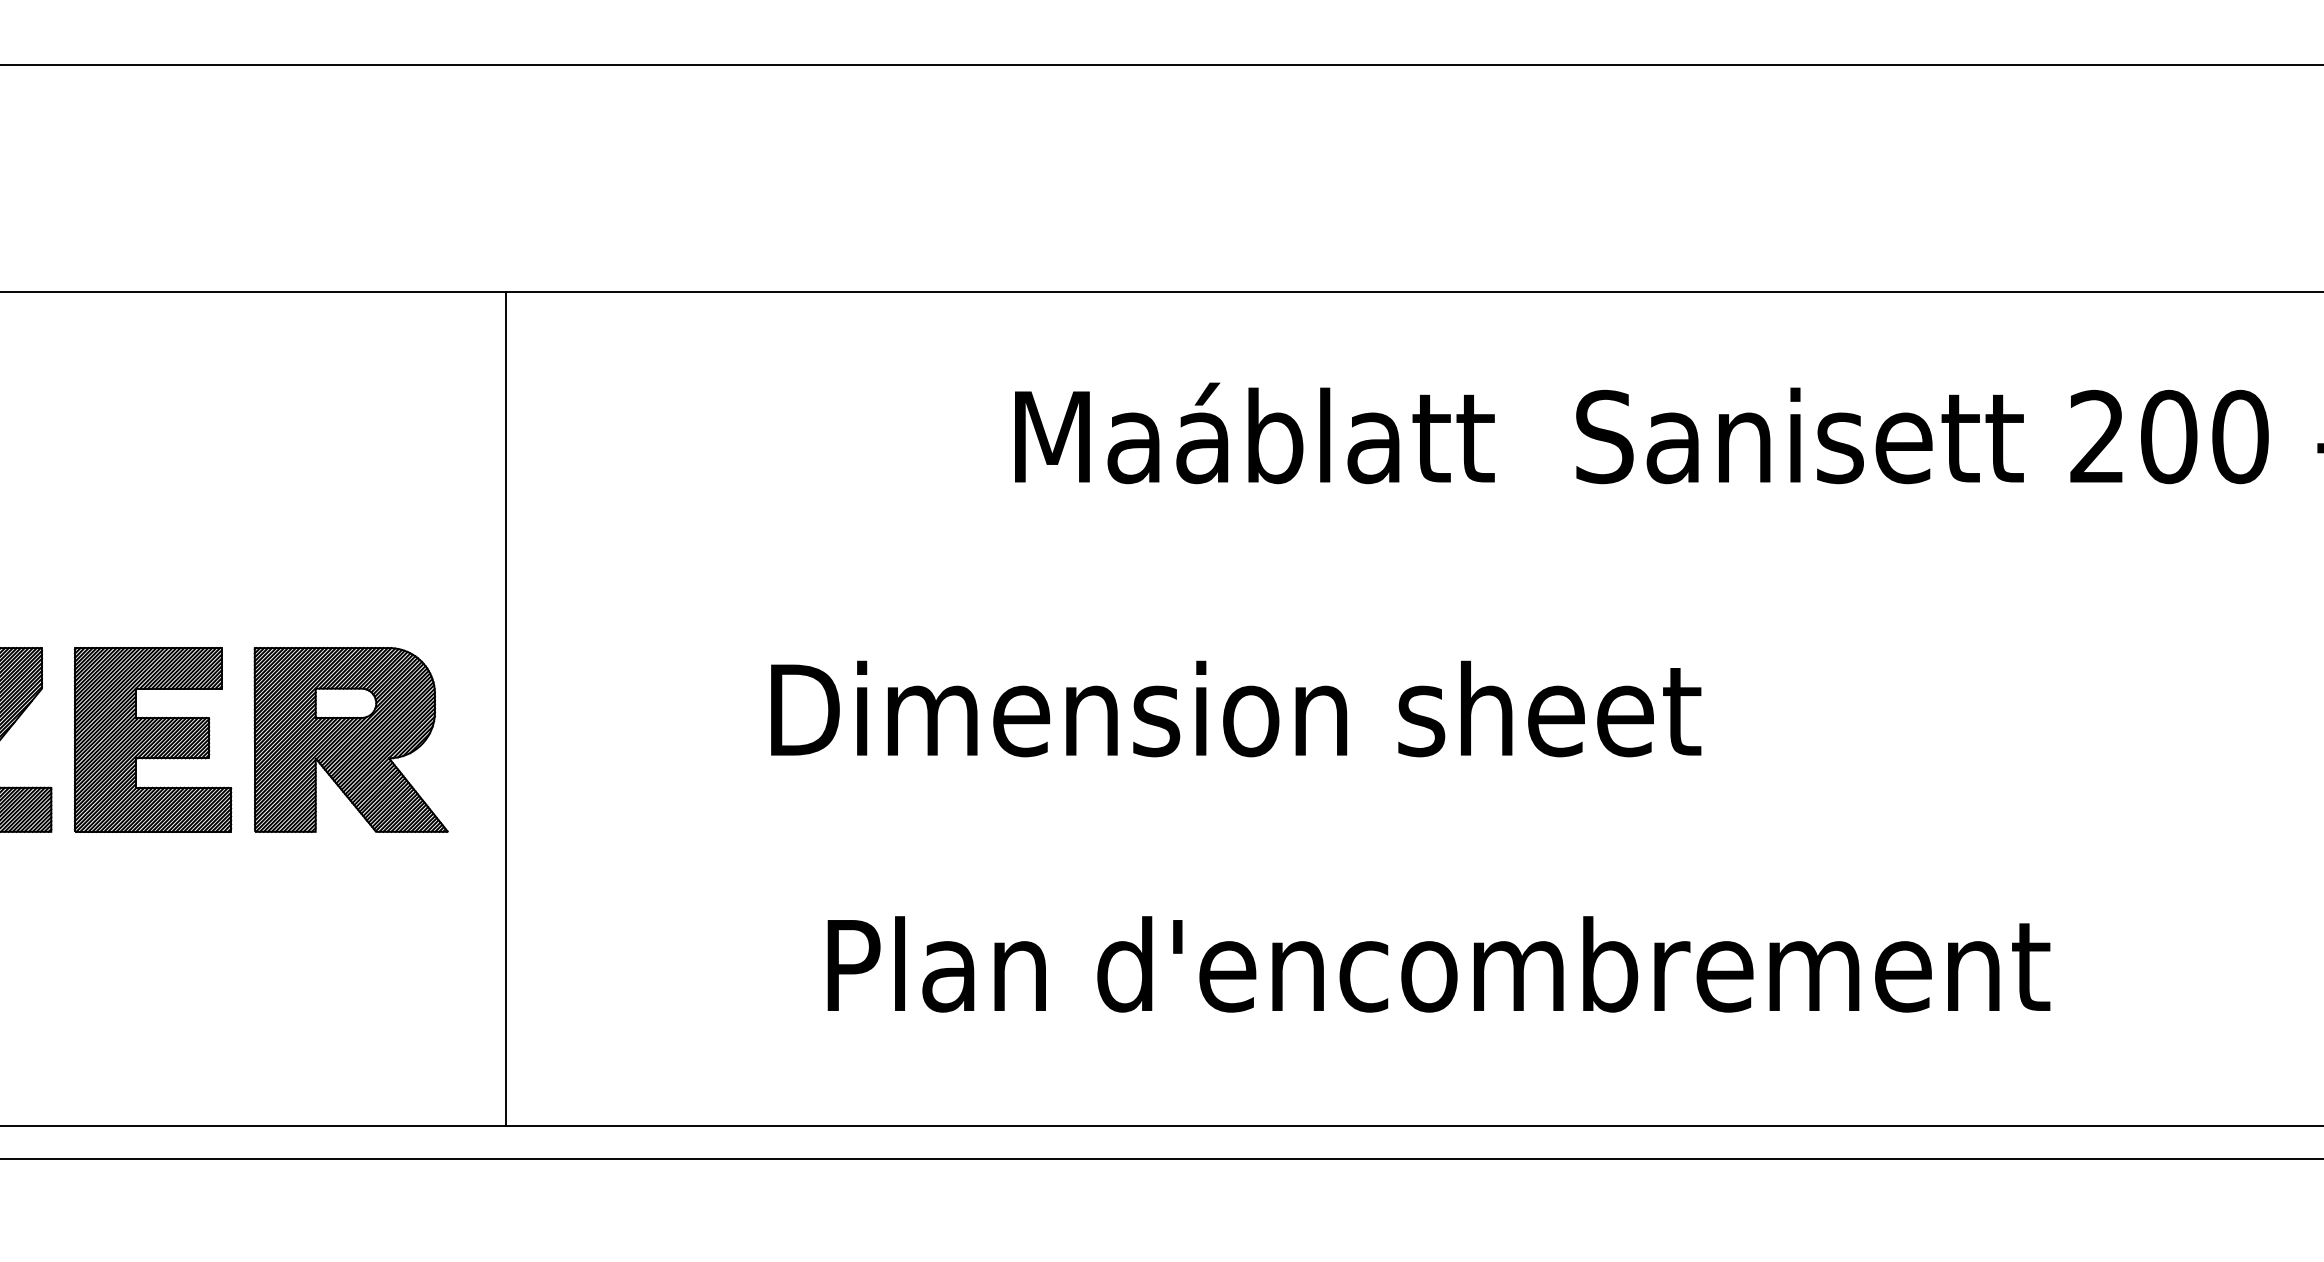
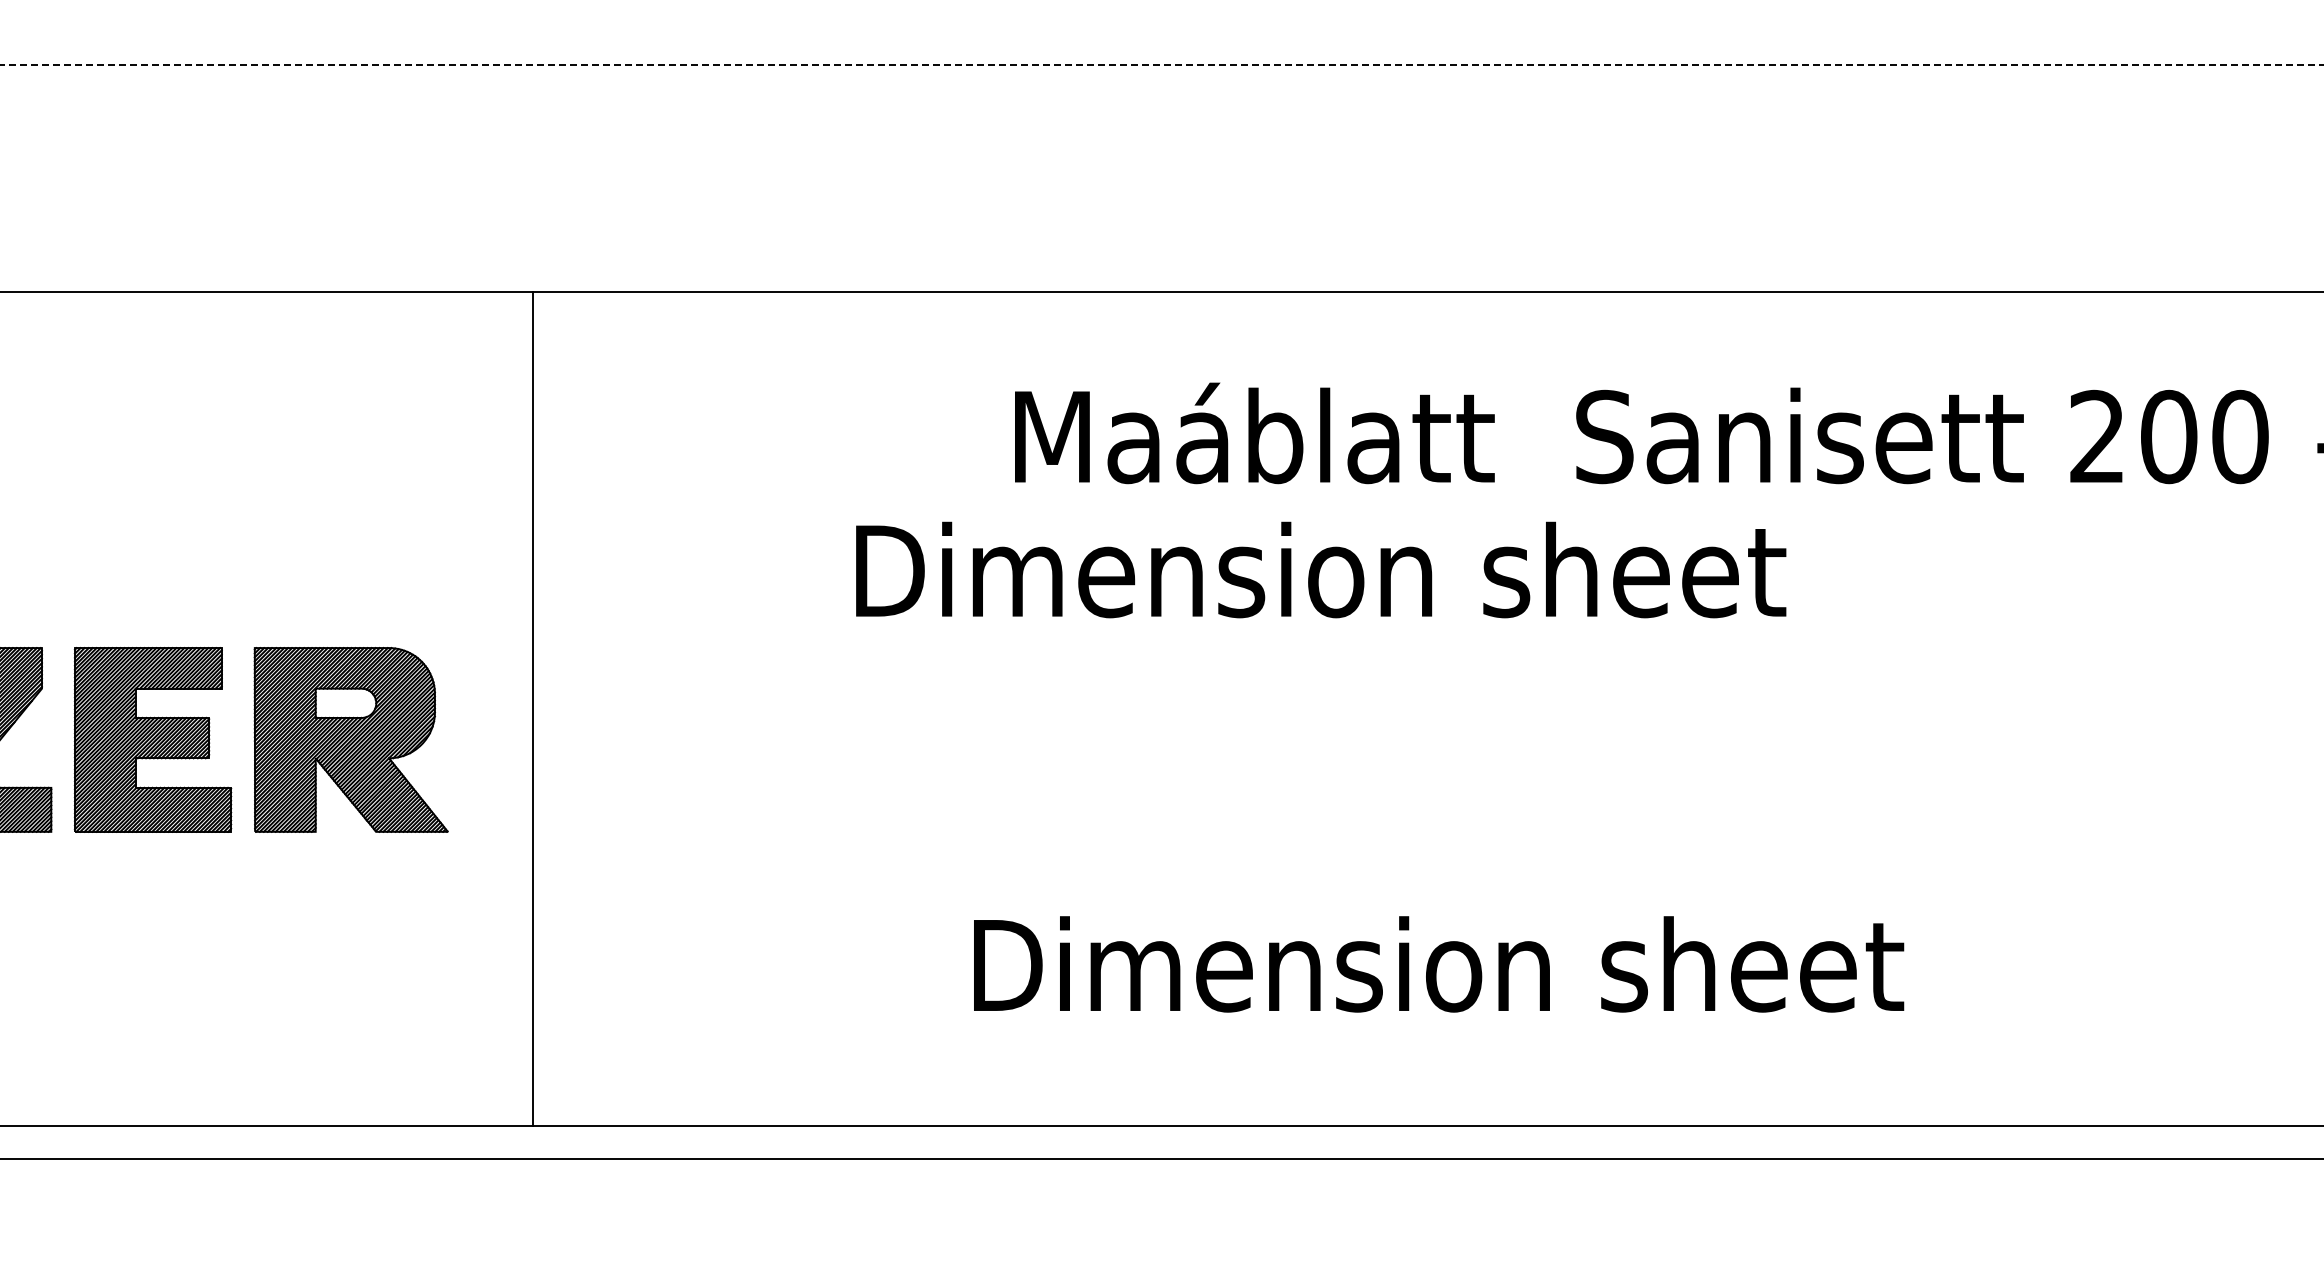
line at (1161, 64): solid -> dashed
text at (1236, 708) position: (1236, 708) -> (1321, 569)
line at (506, 709) position: (506, 709) -> (533, 709)
text at (1438, 964): Plan d'encombrement -> Dimension sheet
